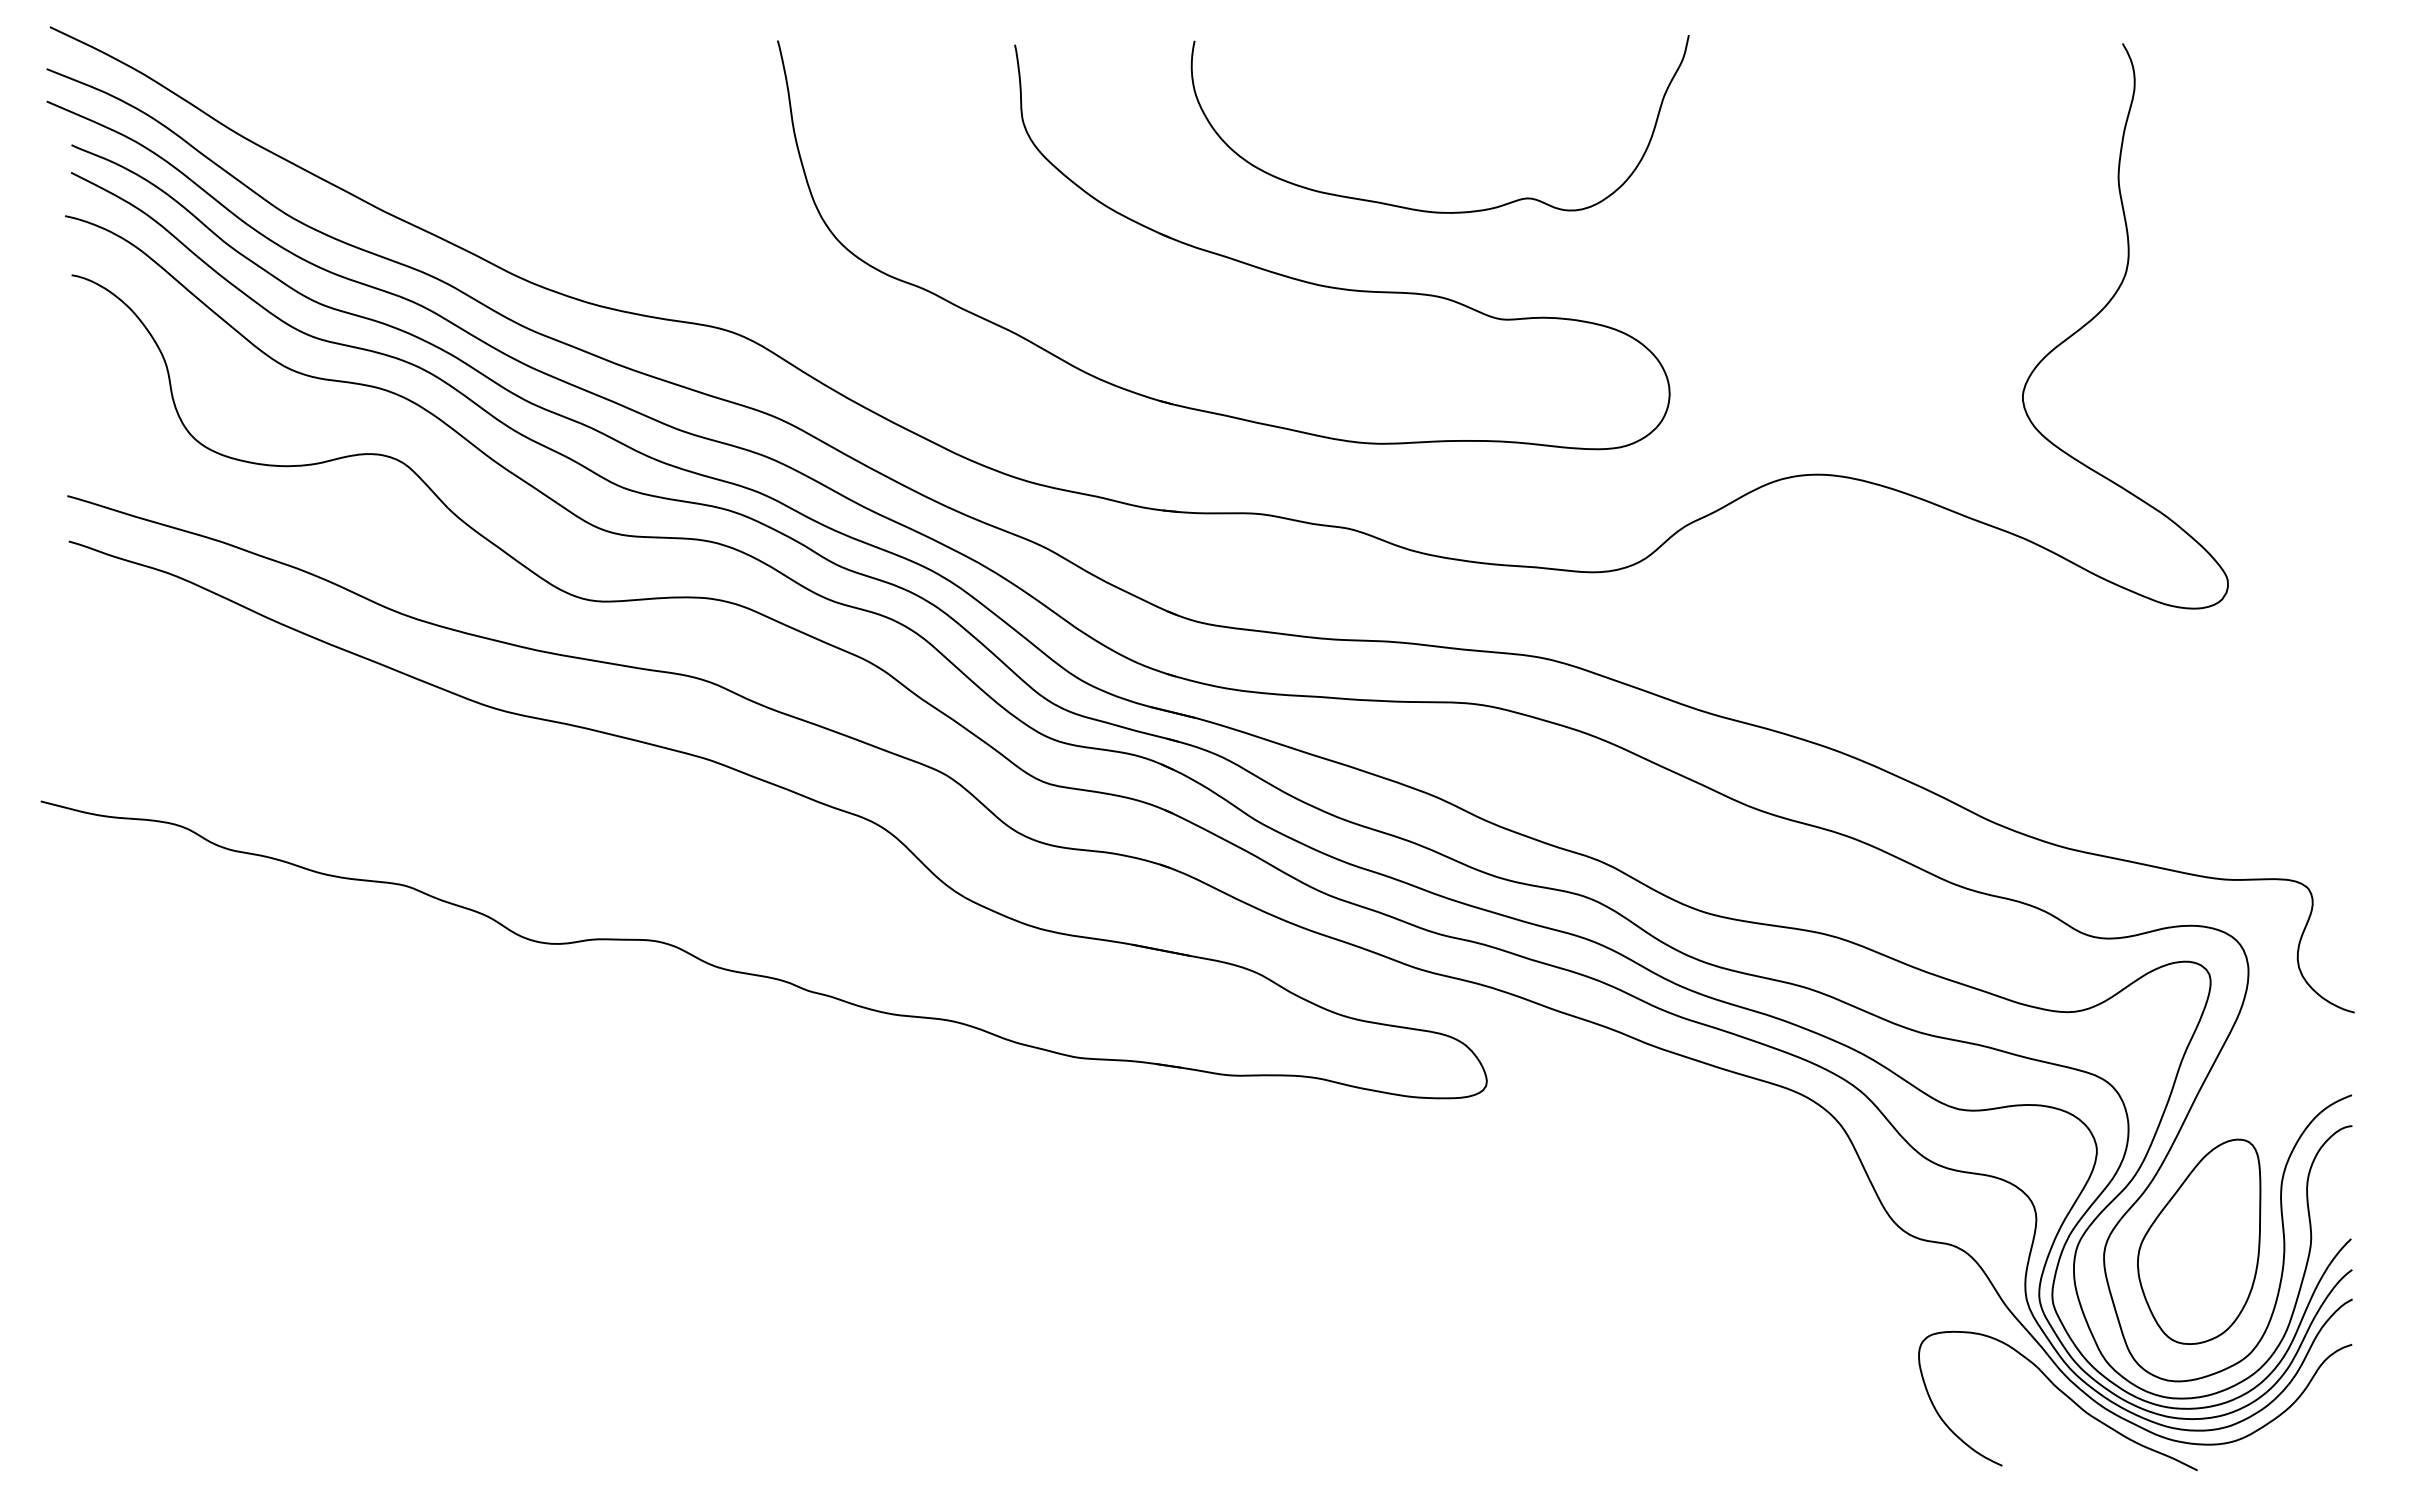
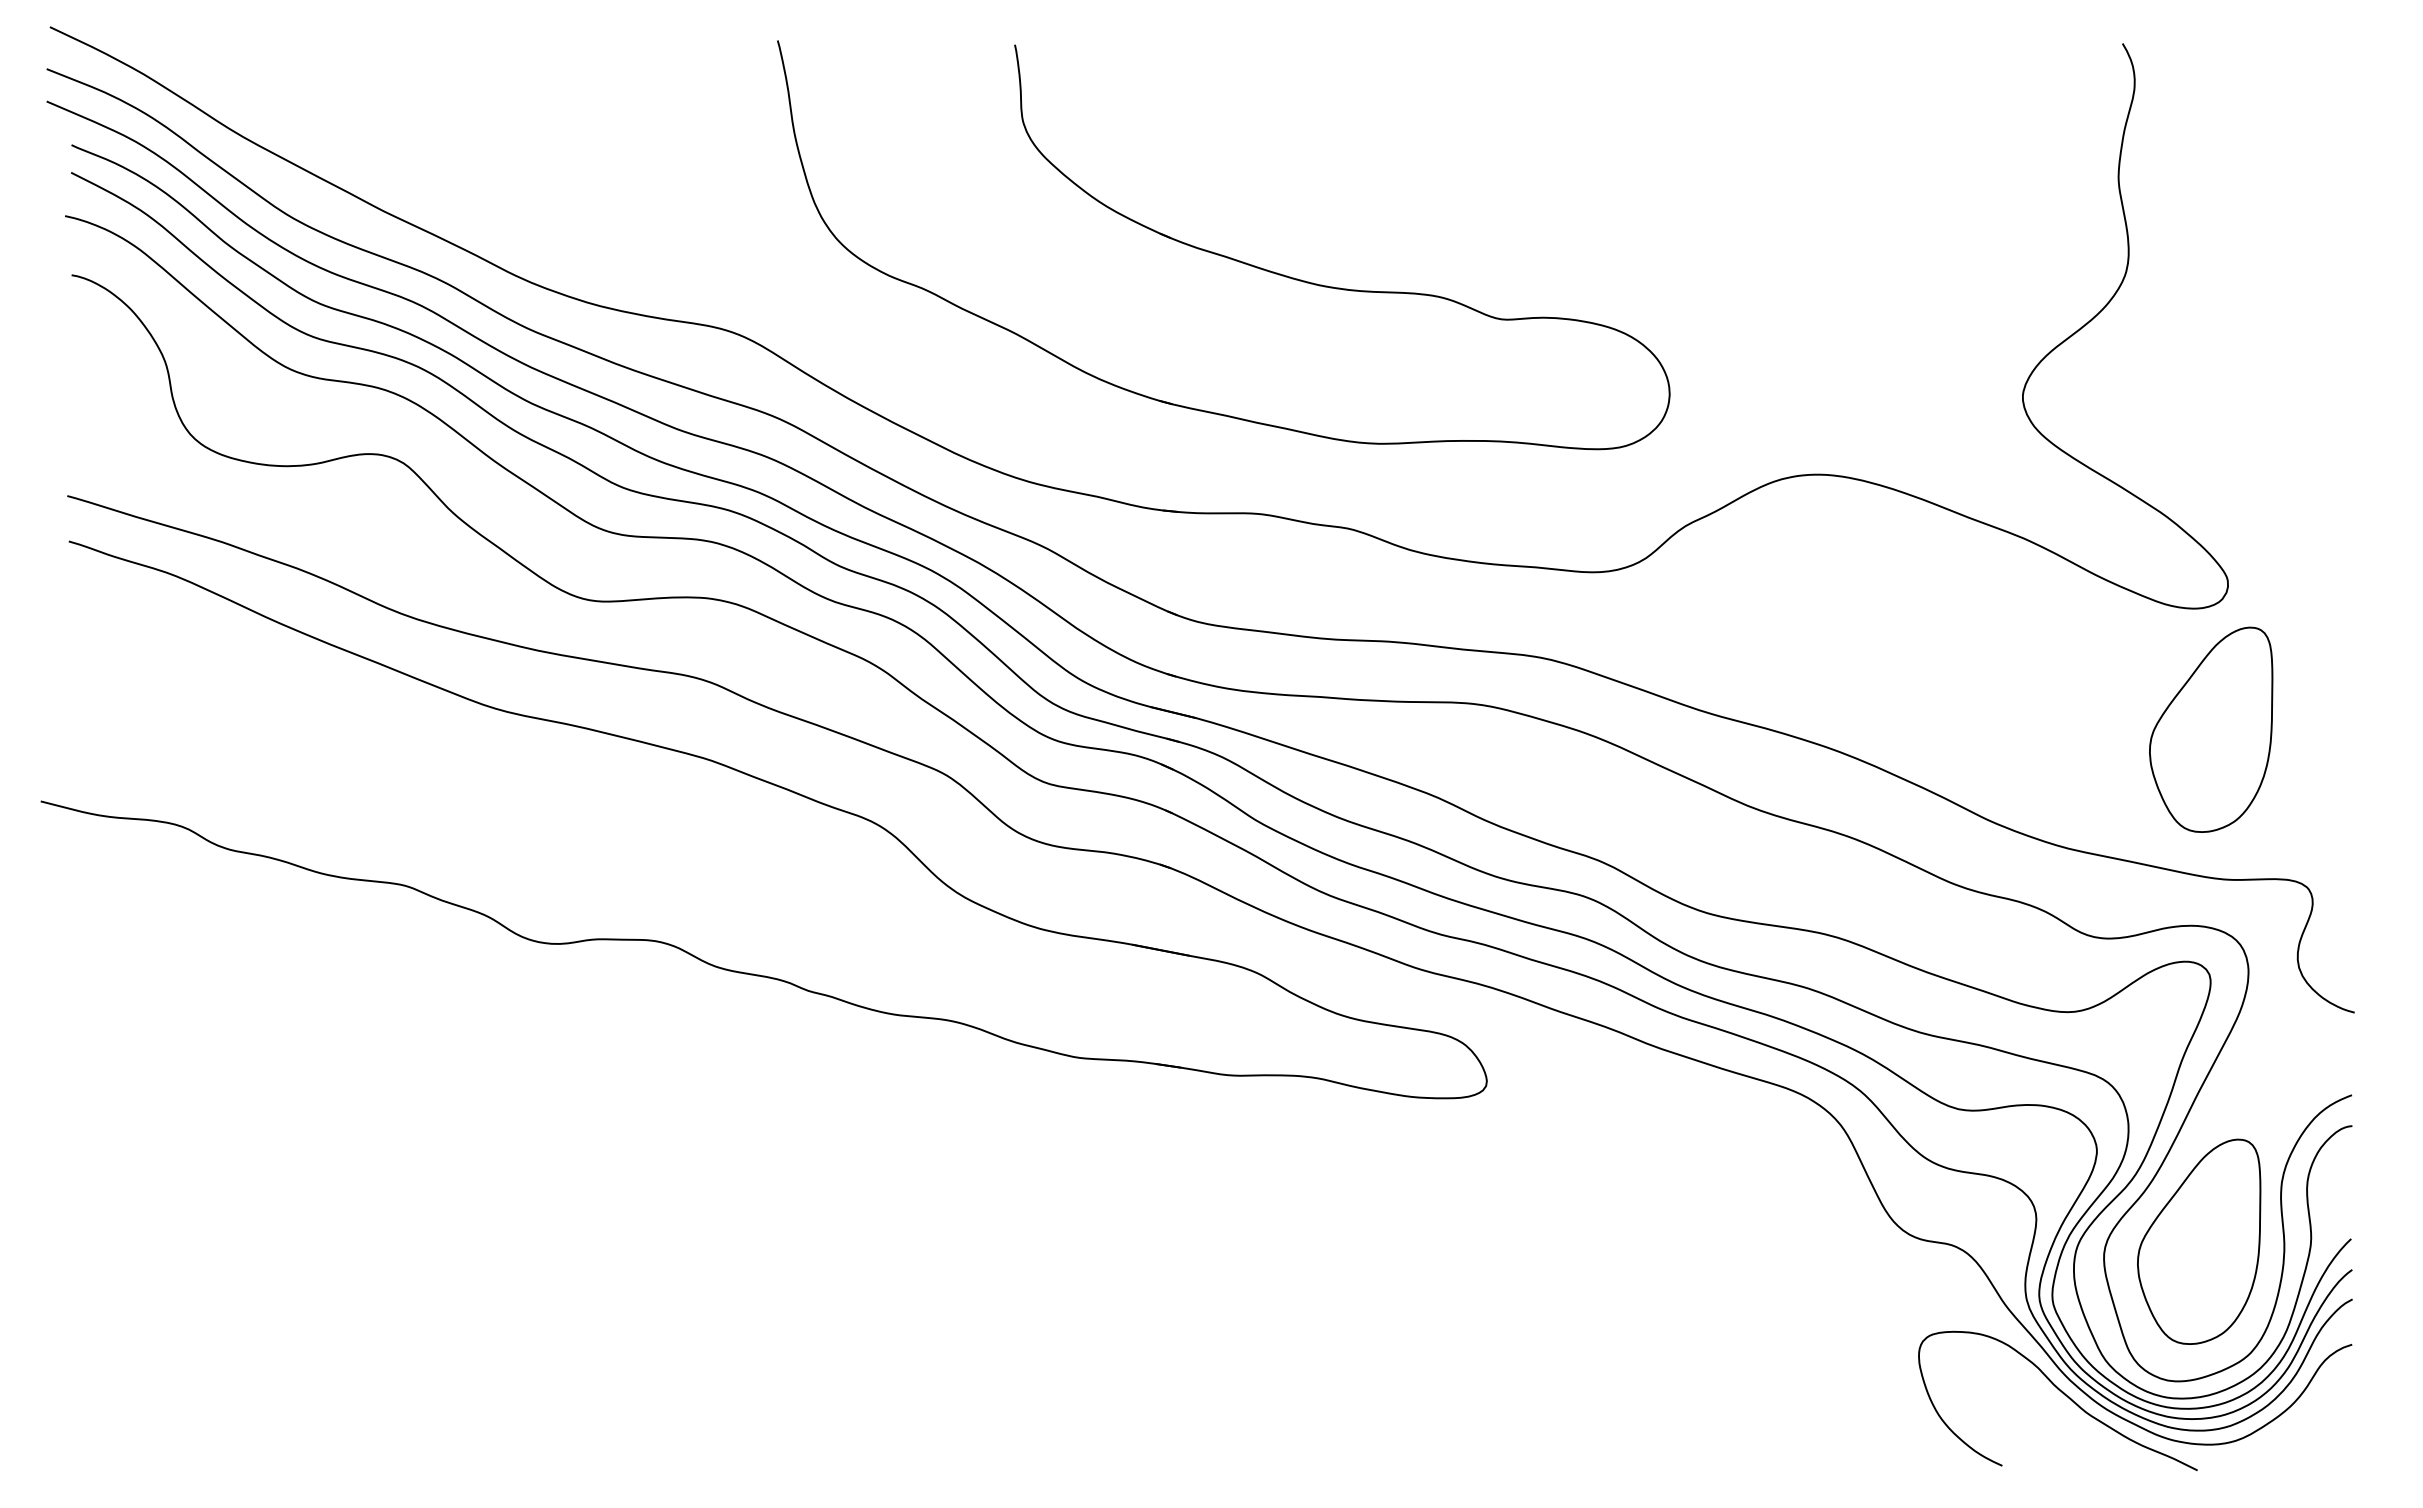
curve at (1428, 210): present -> none
part at (2211, 729): none -> present
